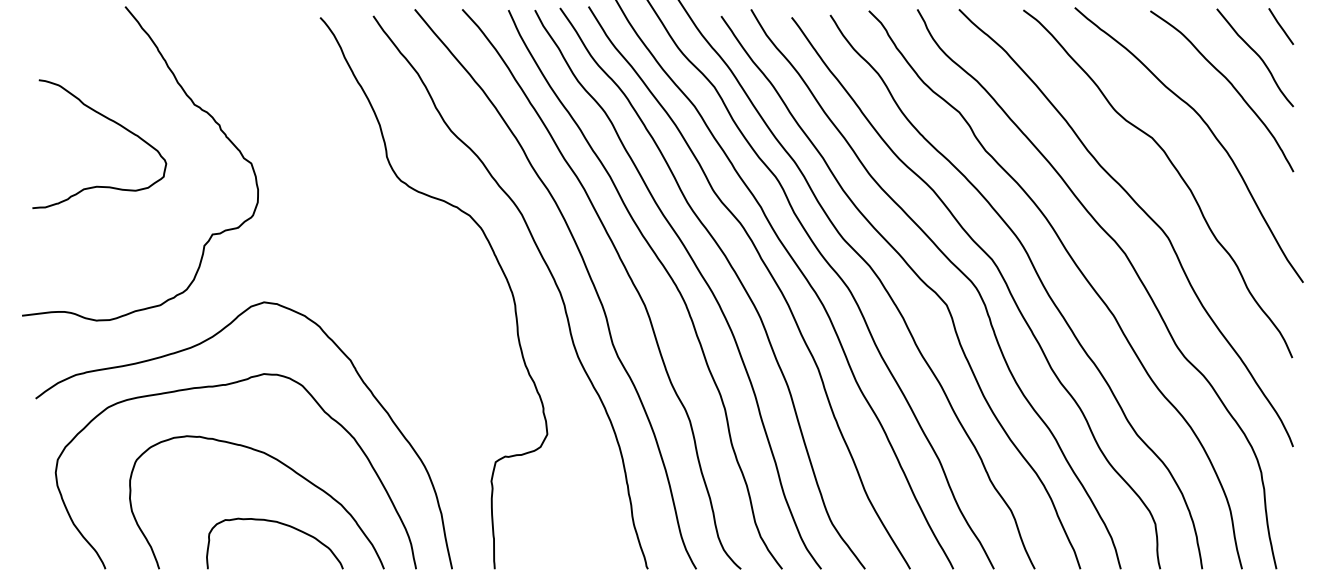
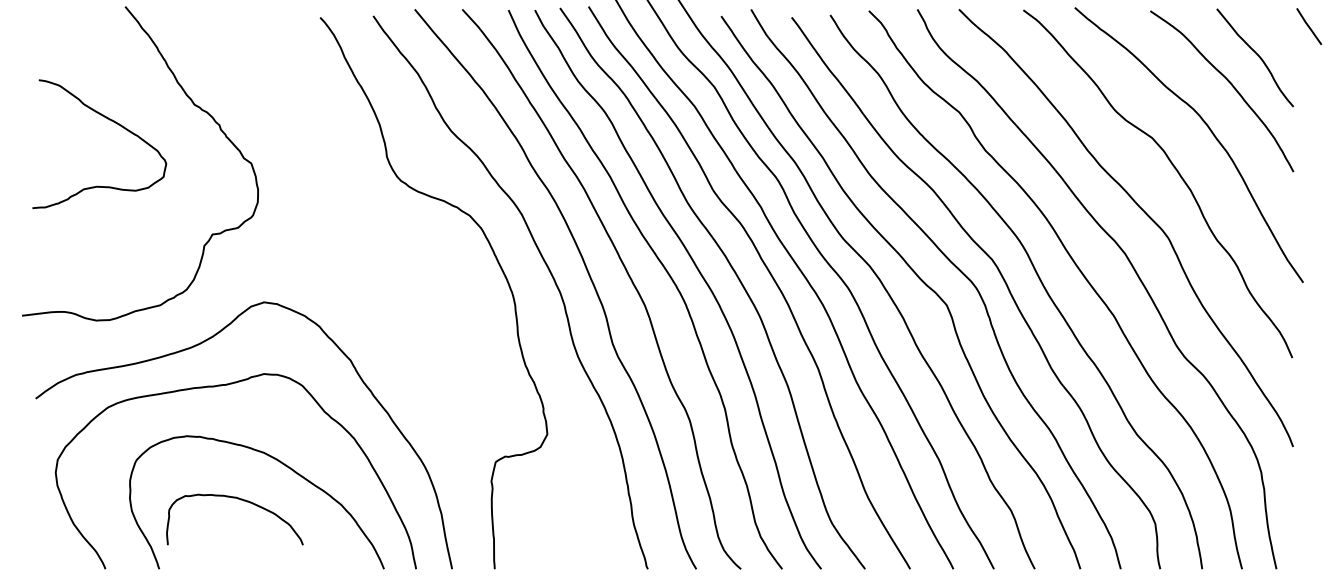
line at (1281, 26) position: (1281, 26) -> (1309, 26)
curve at (280, 524) position: (280, 524) -> (240, 500)
